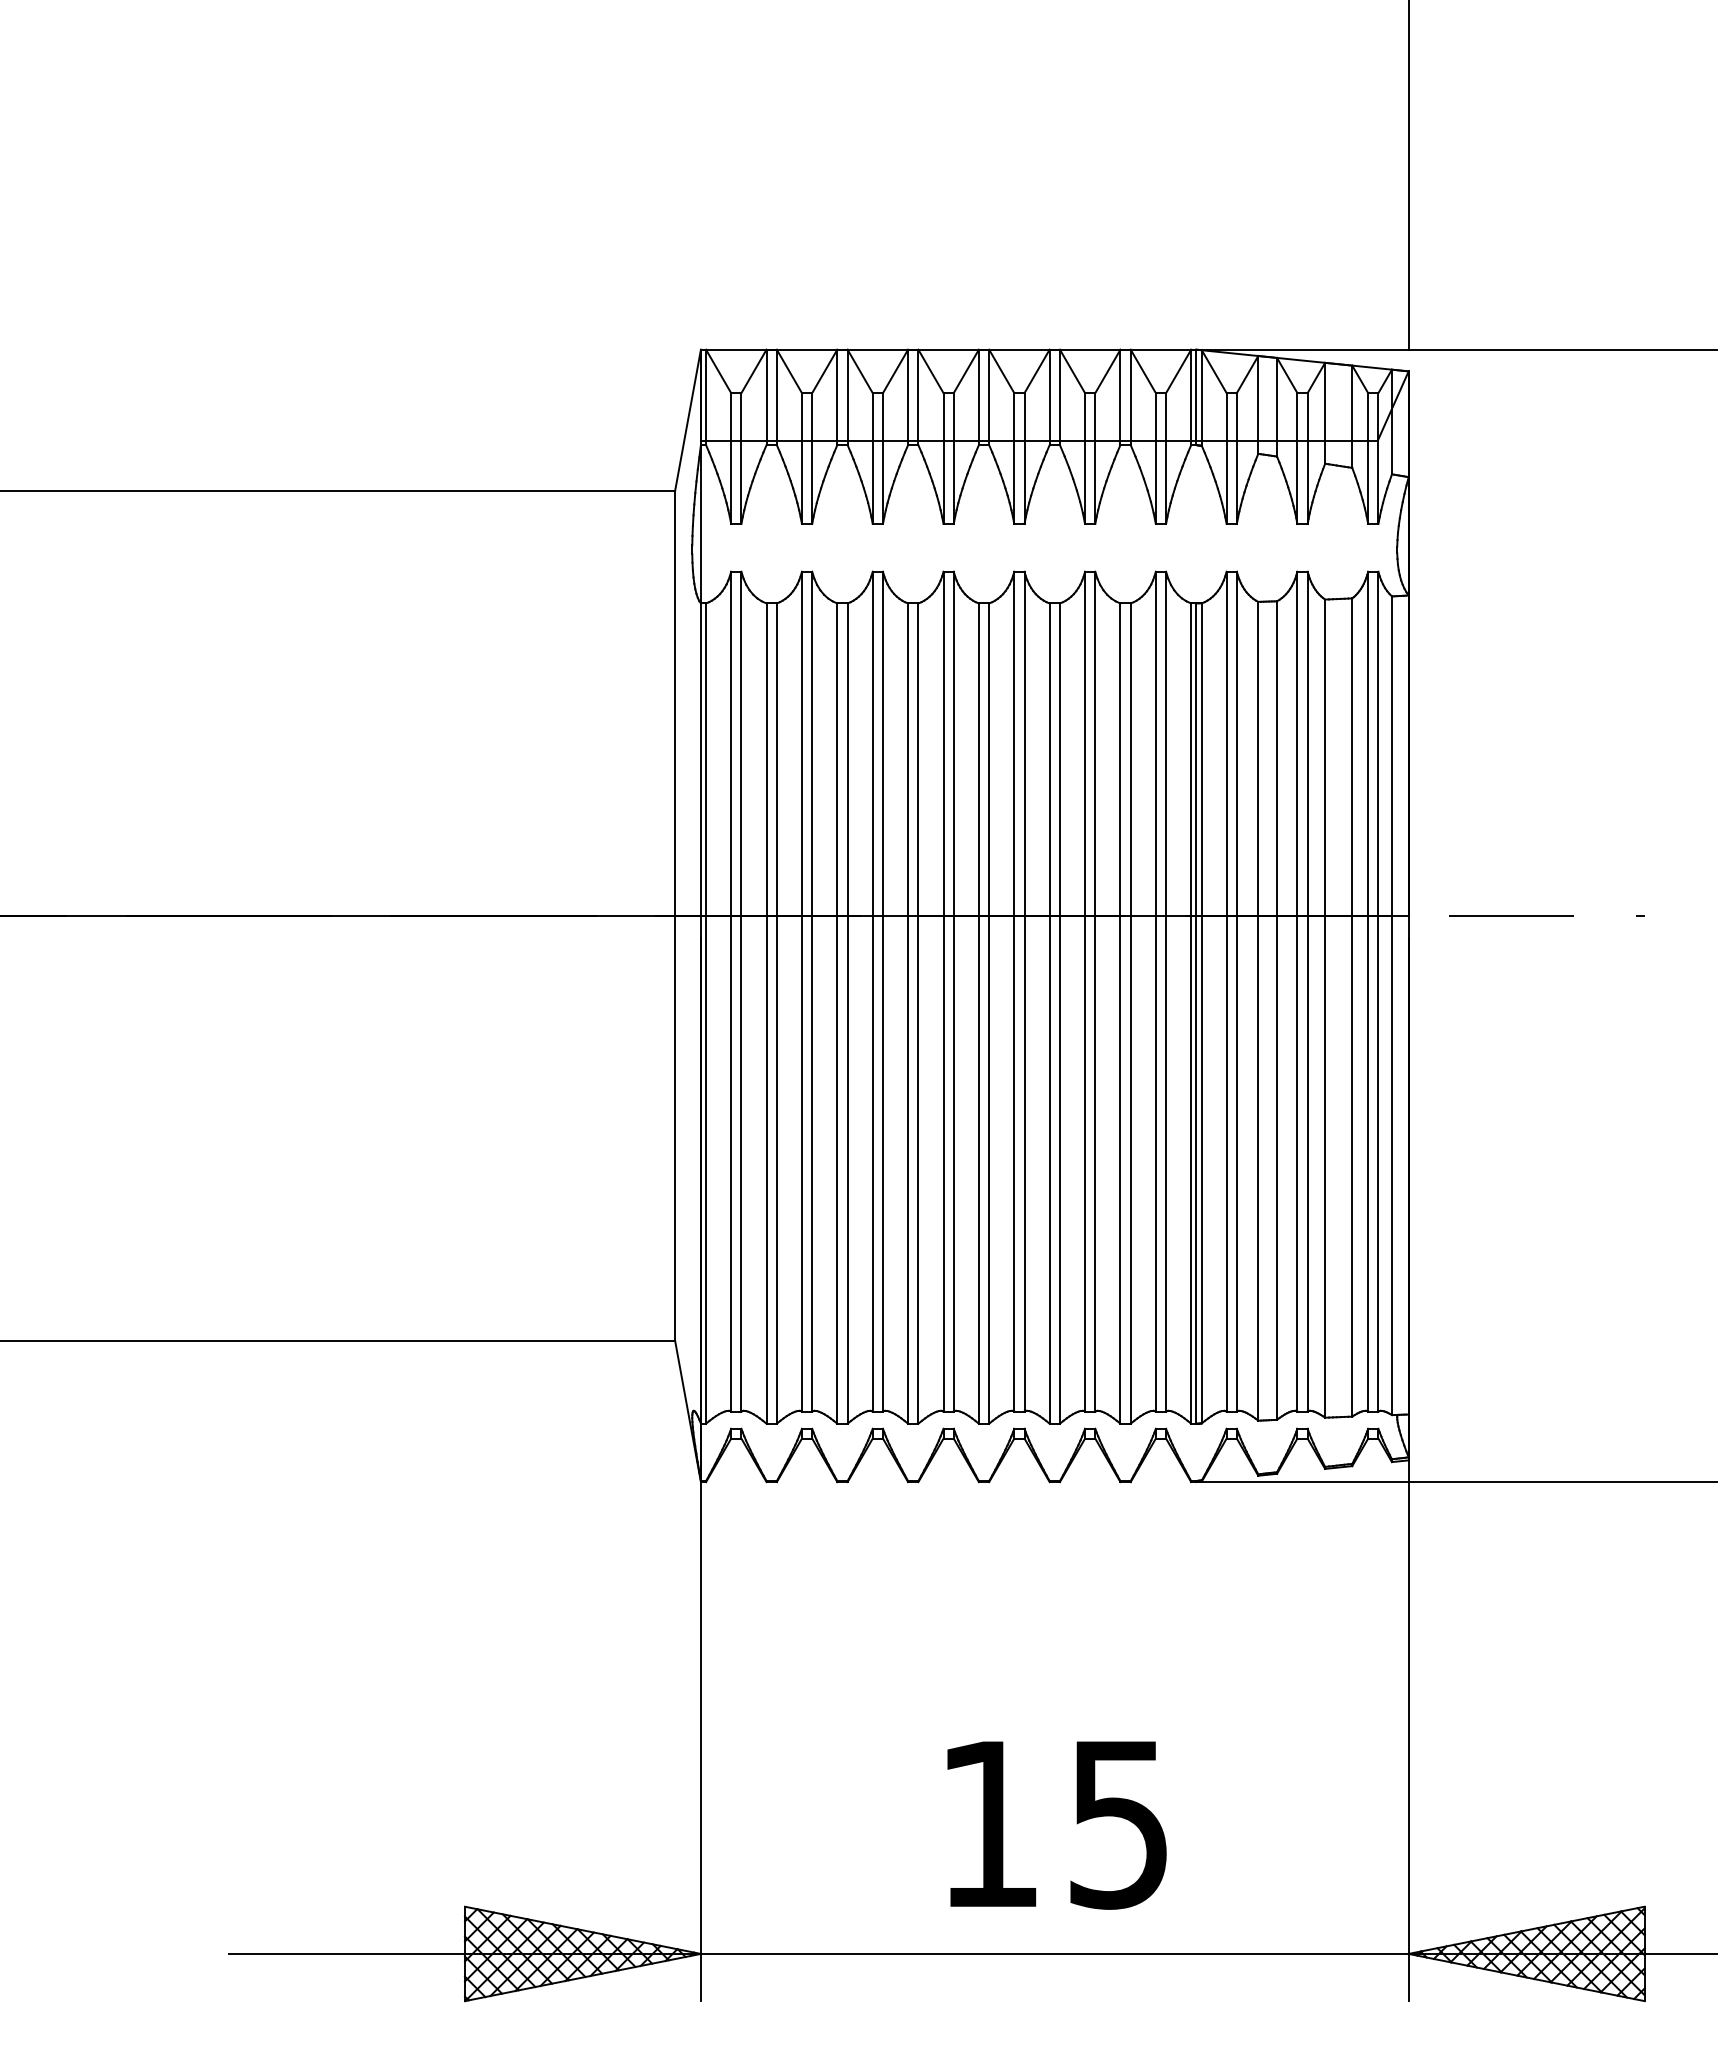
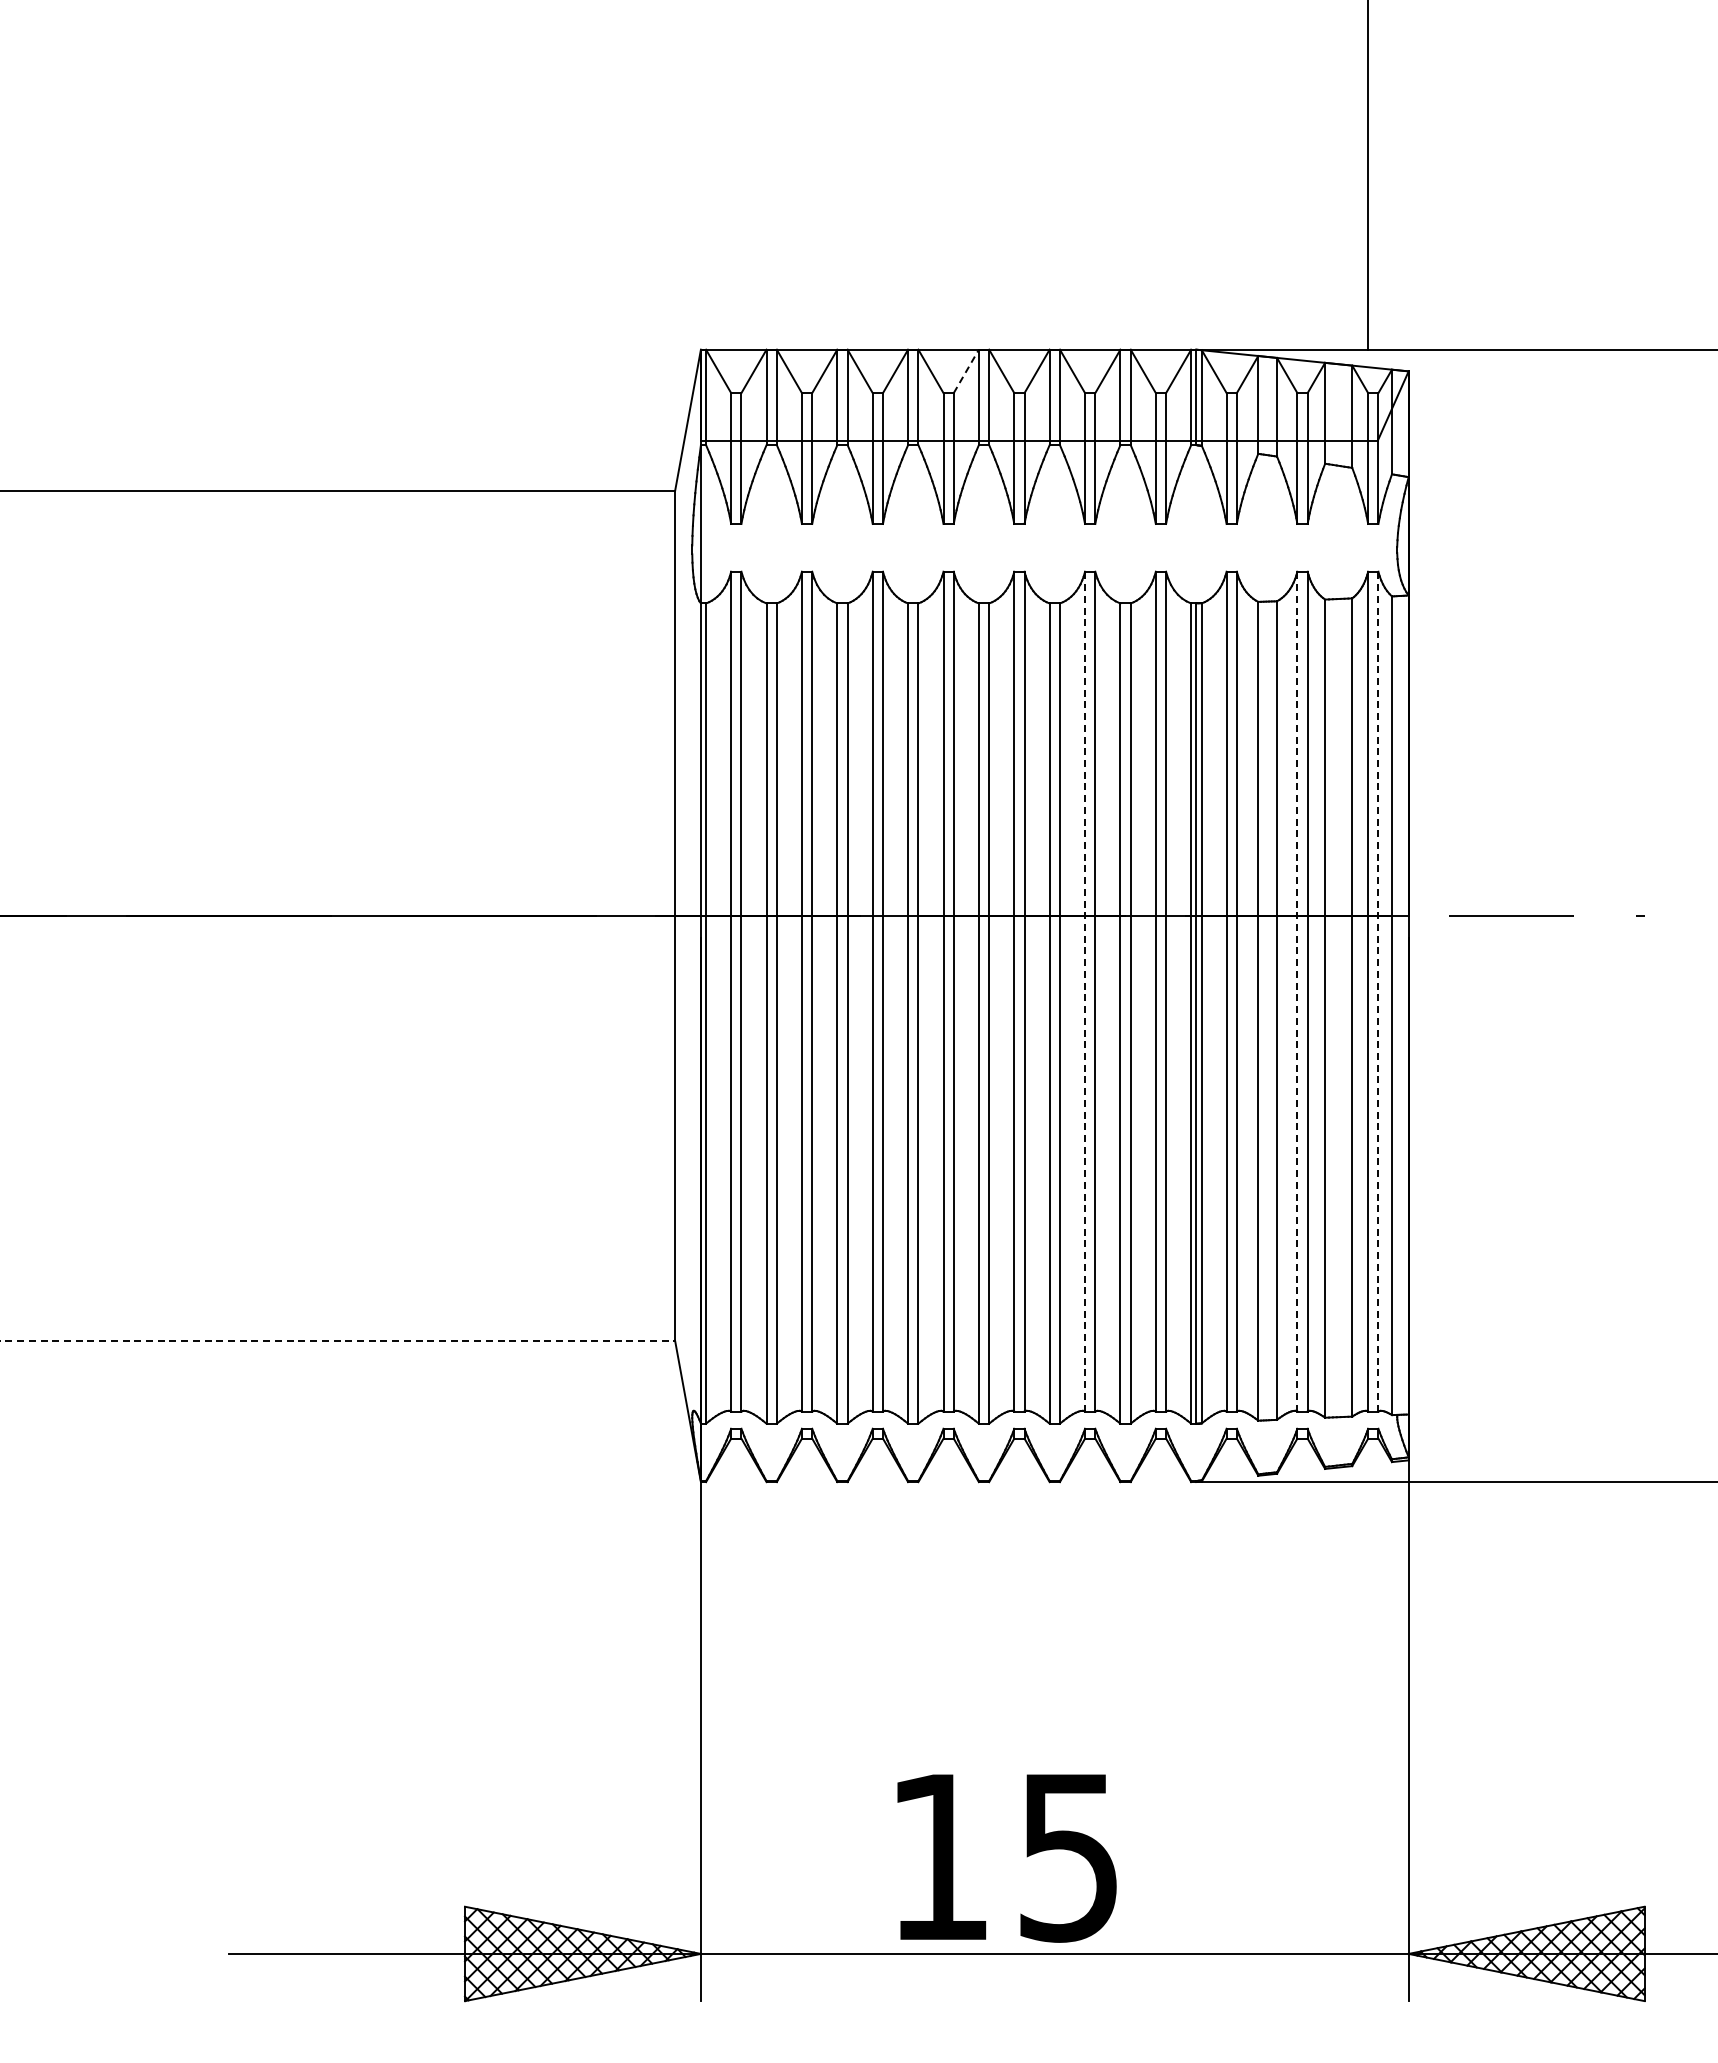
line at (1408, 175) position: (1408, 175) -> (1367, 175)
line at (966, 370): solid -> dashed
line at (1085, 991): solid -> dashed
line at (1297, 991): solid -> dashed
line at (1378, 991): solid -> dashed
line at (338, 1340): solid -> dashed
text at (1056, 1825) position: (1056, 1825) -> (1006, 1858)
